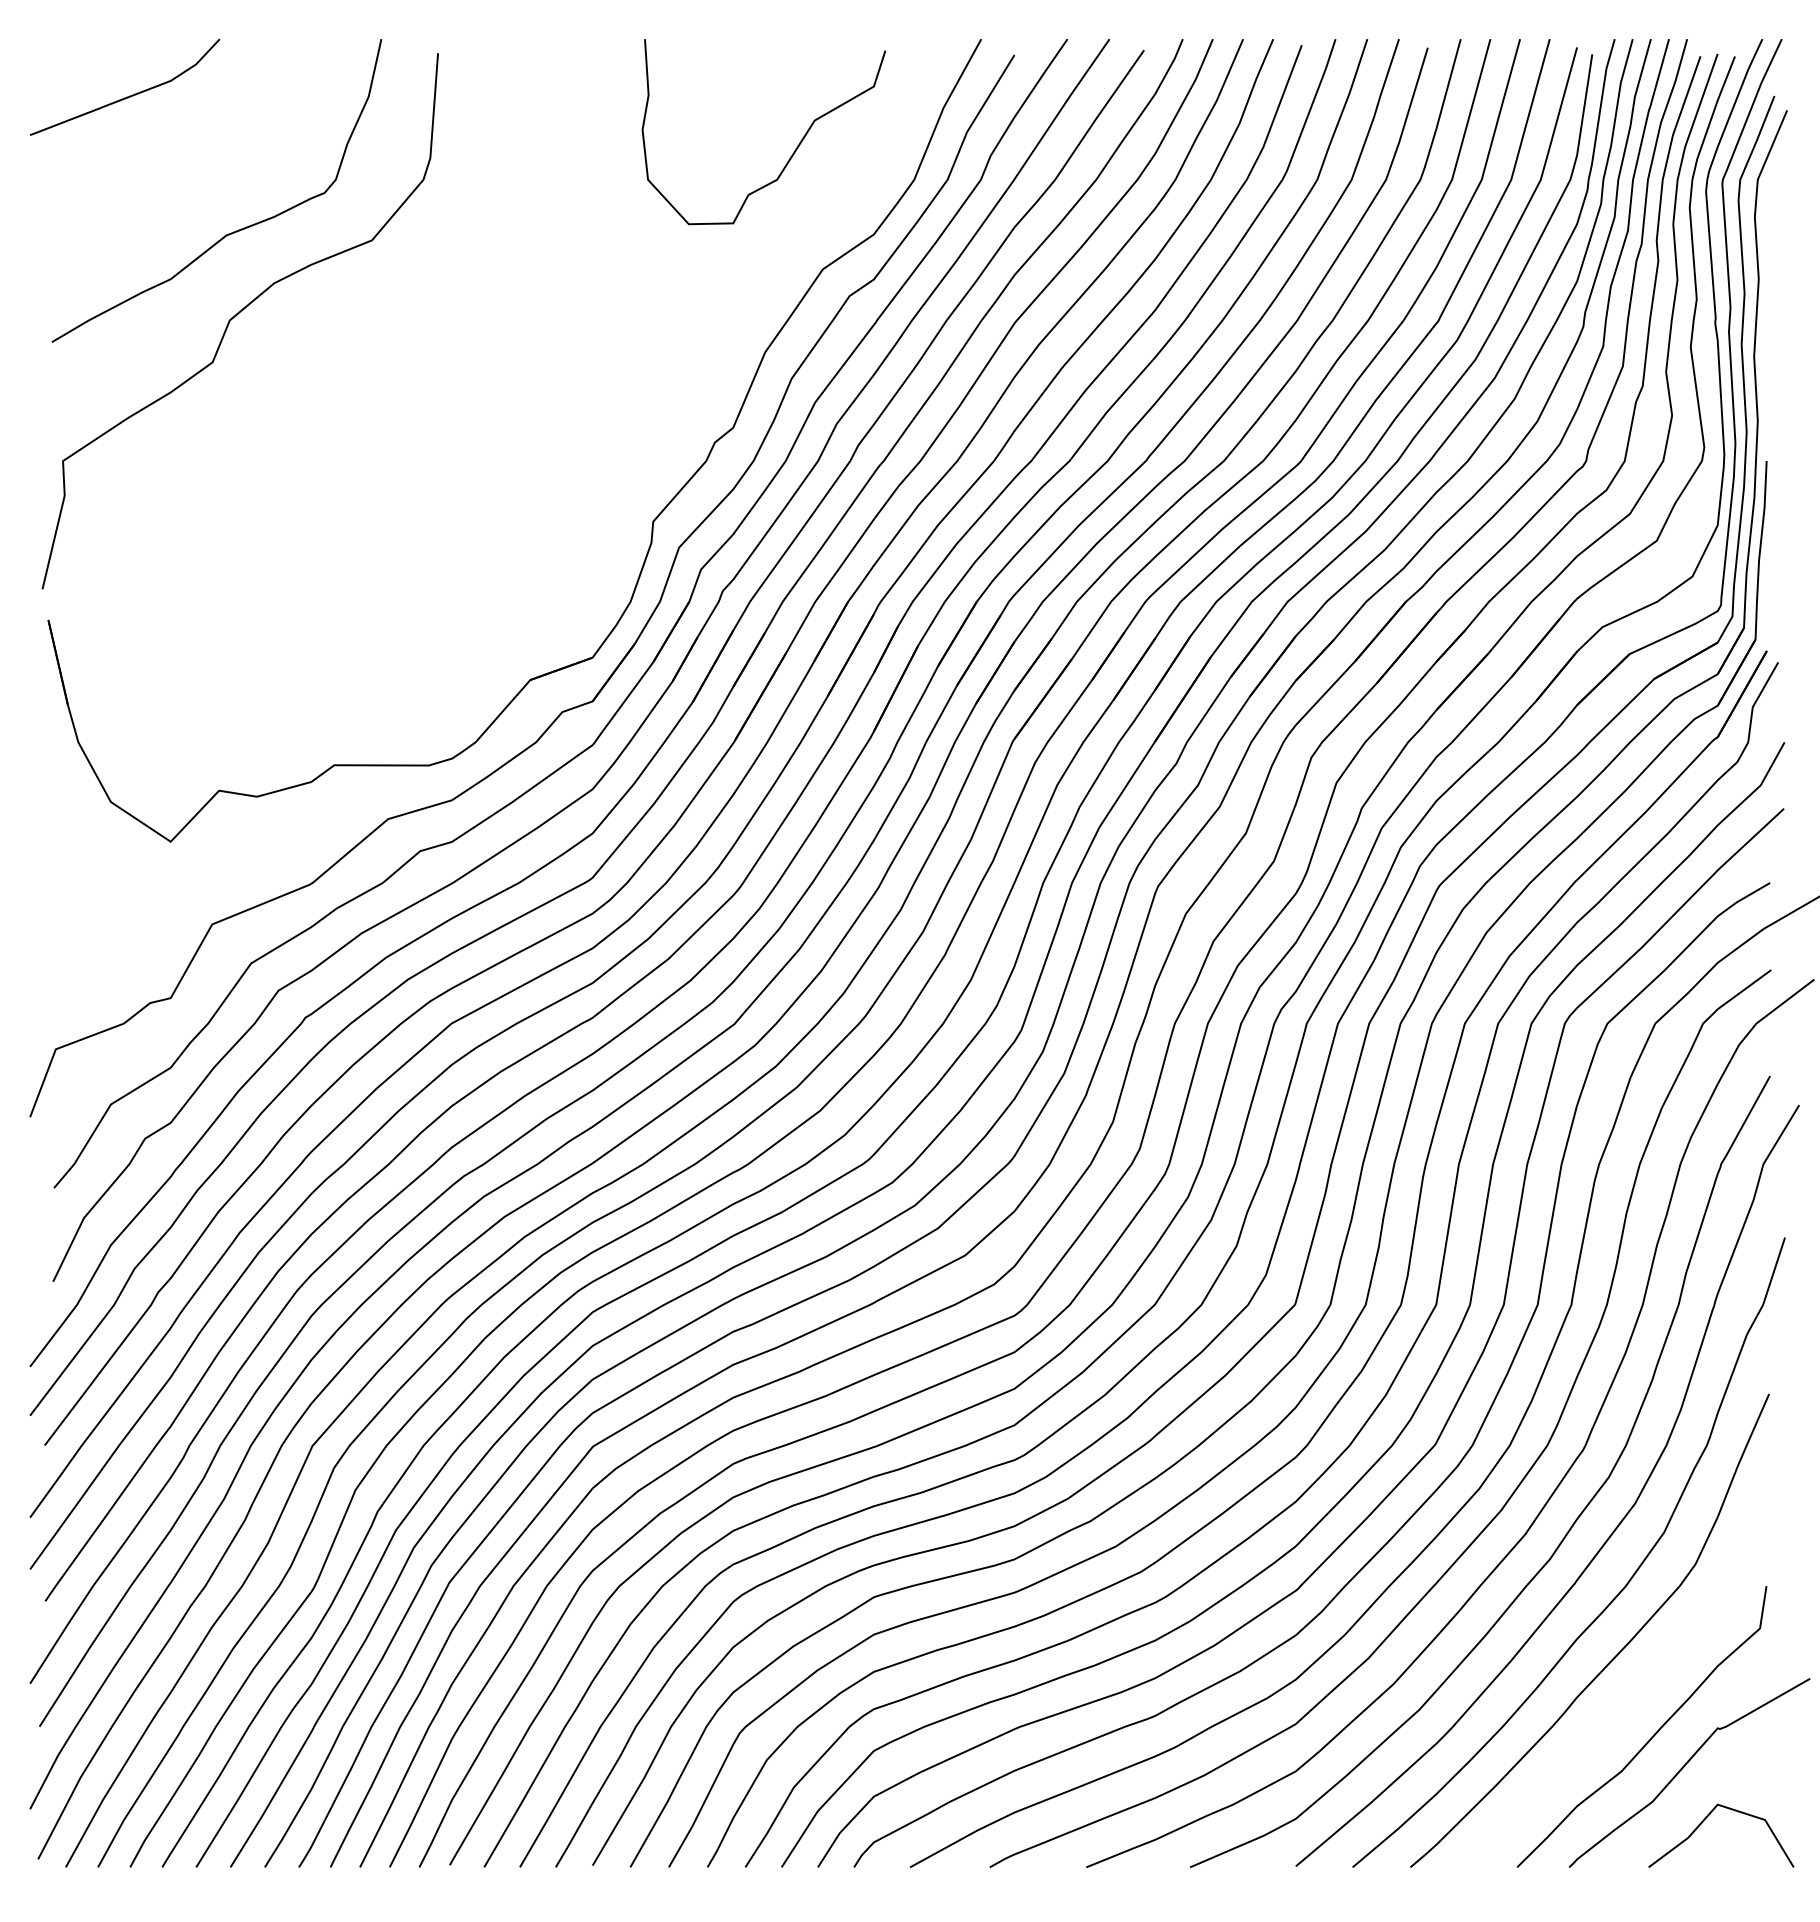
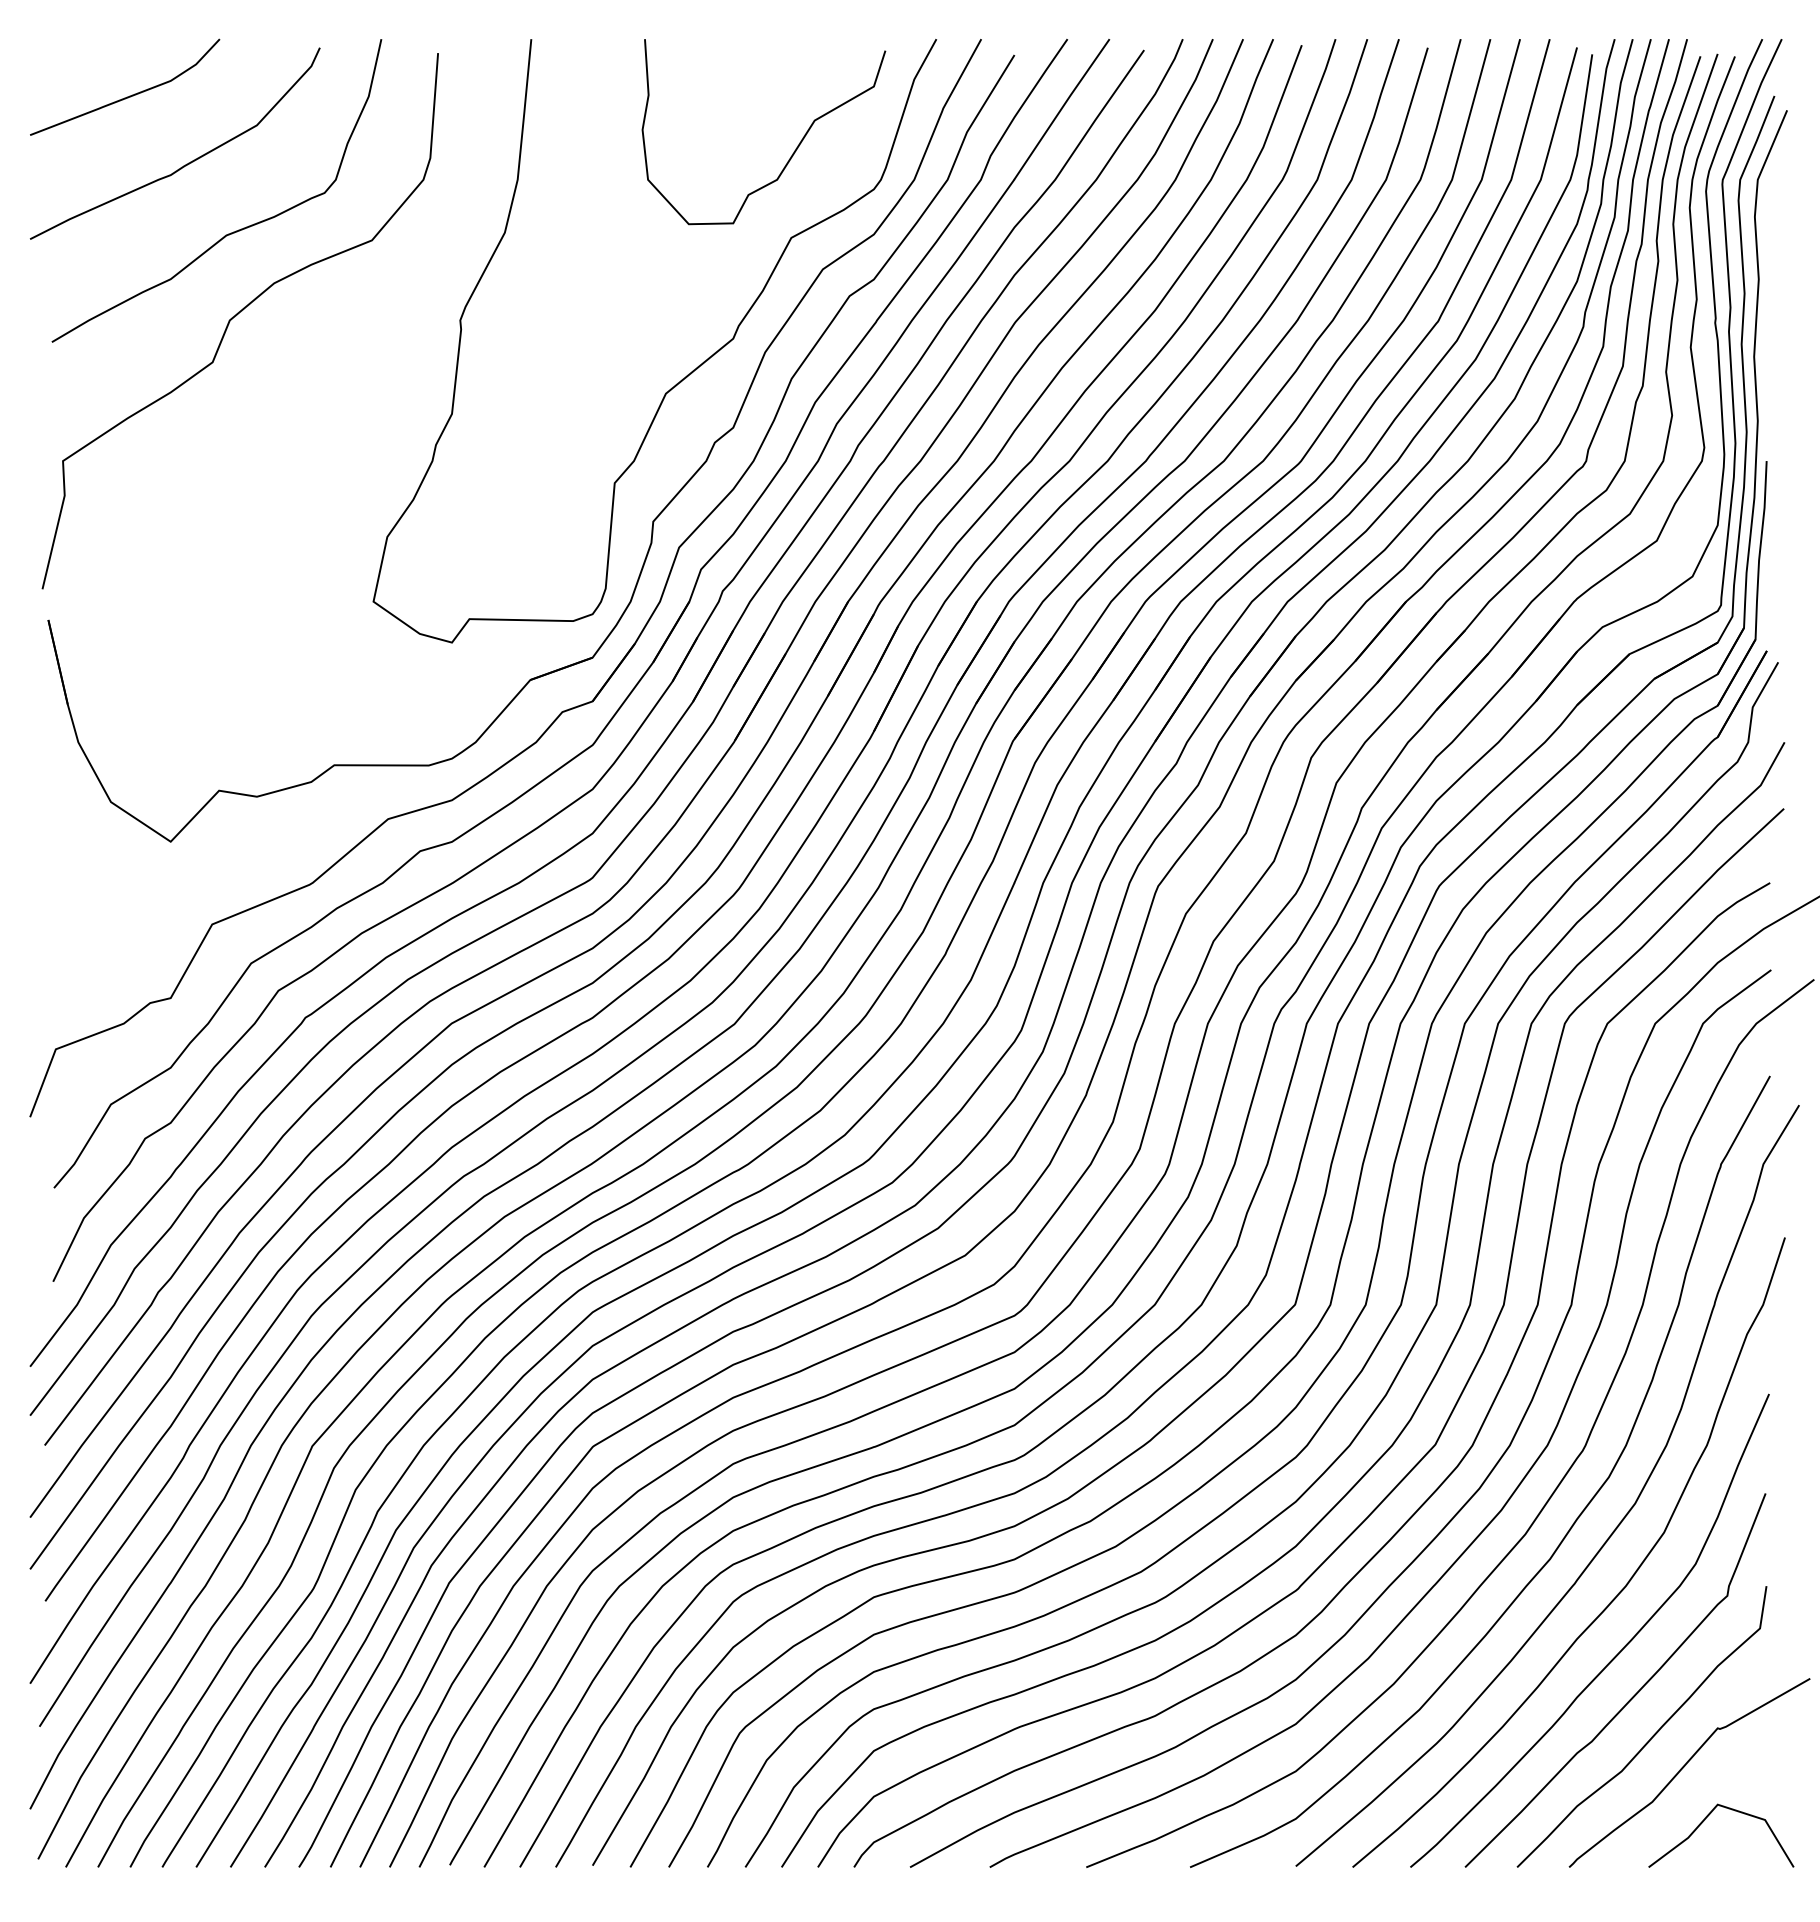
curve at (188, 162): none -> present
curve at (682, 378): none -> present
curve at (1632, 1696): none -> present
